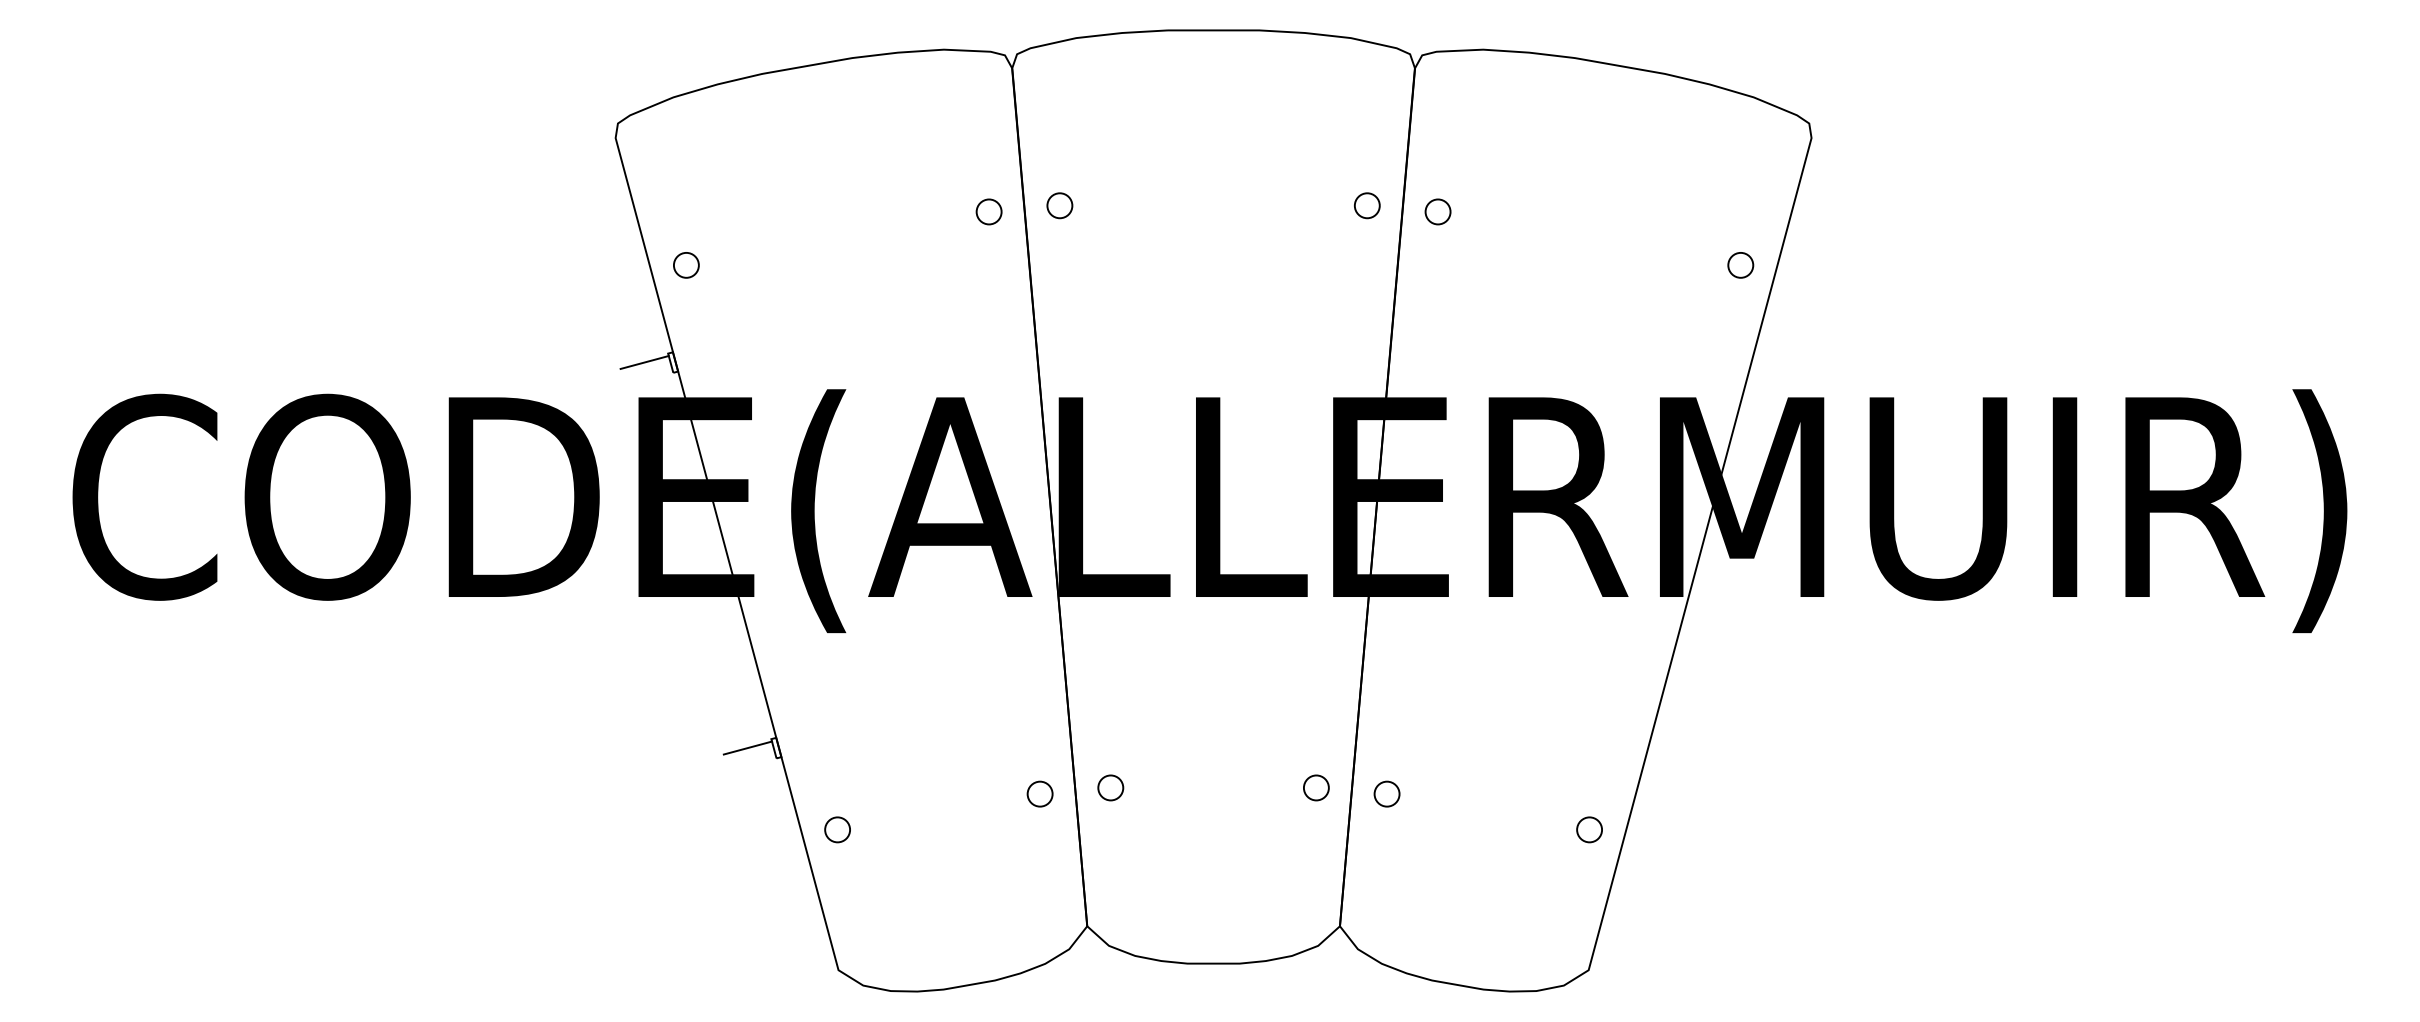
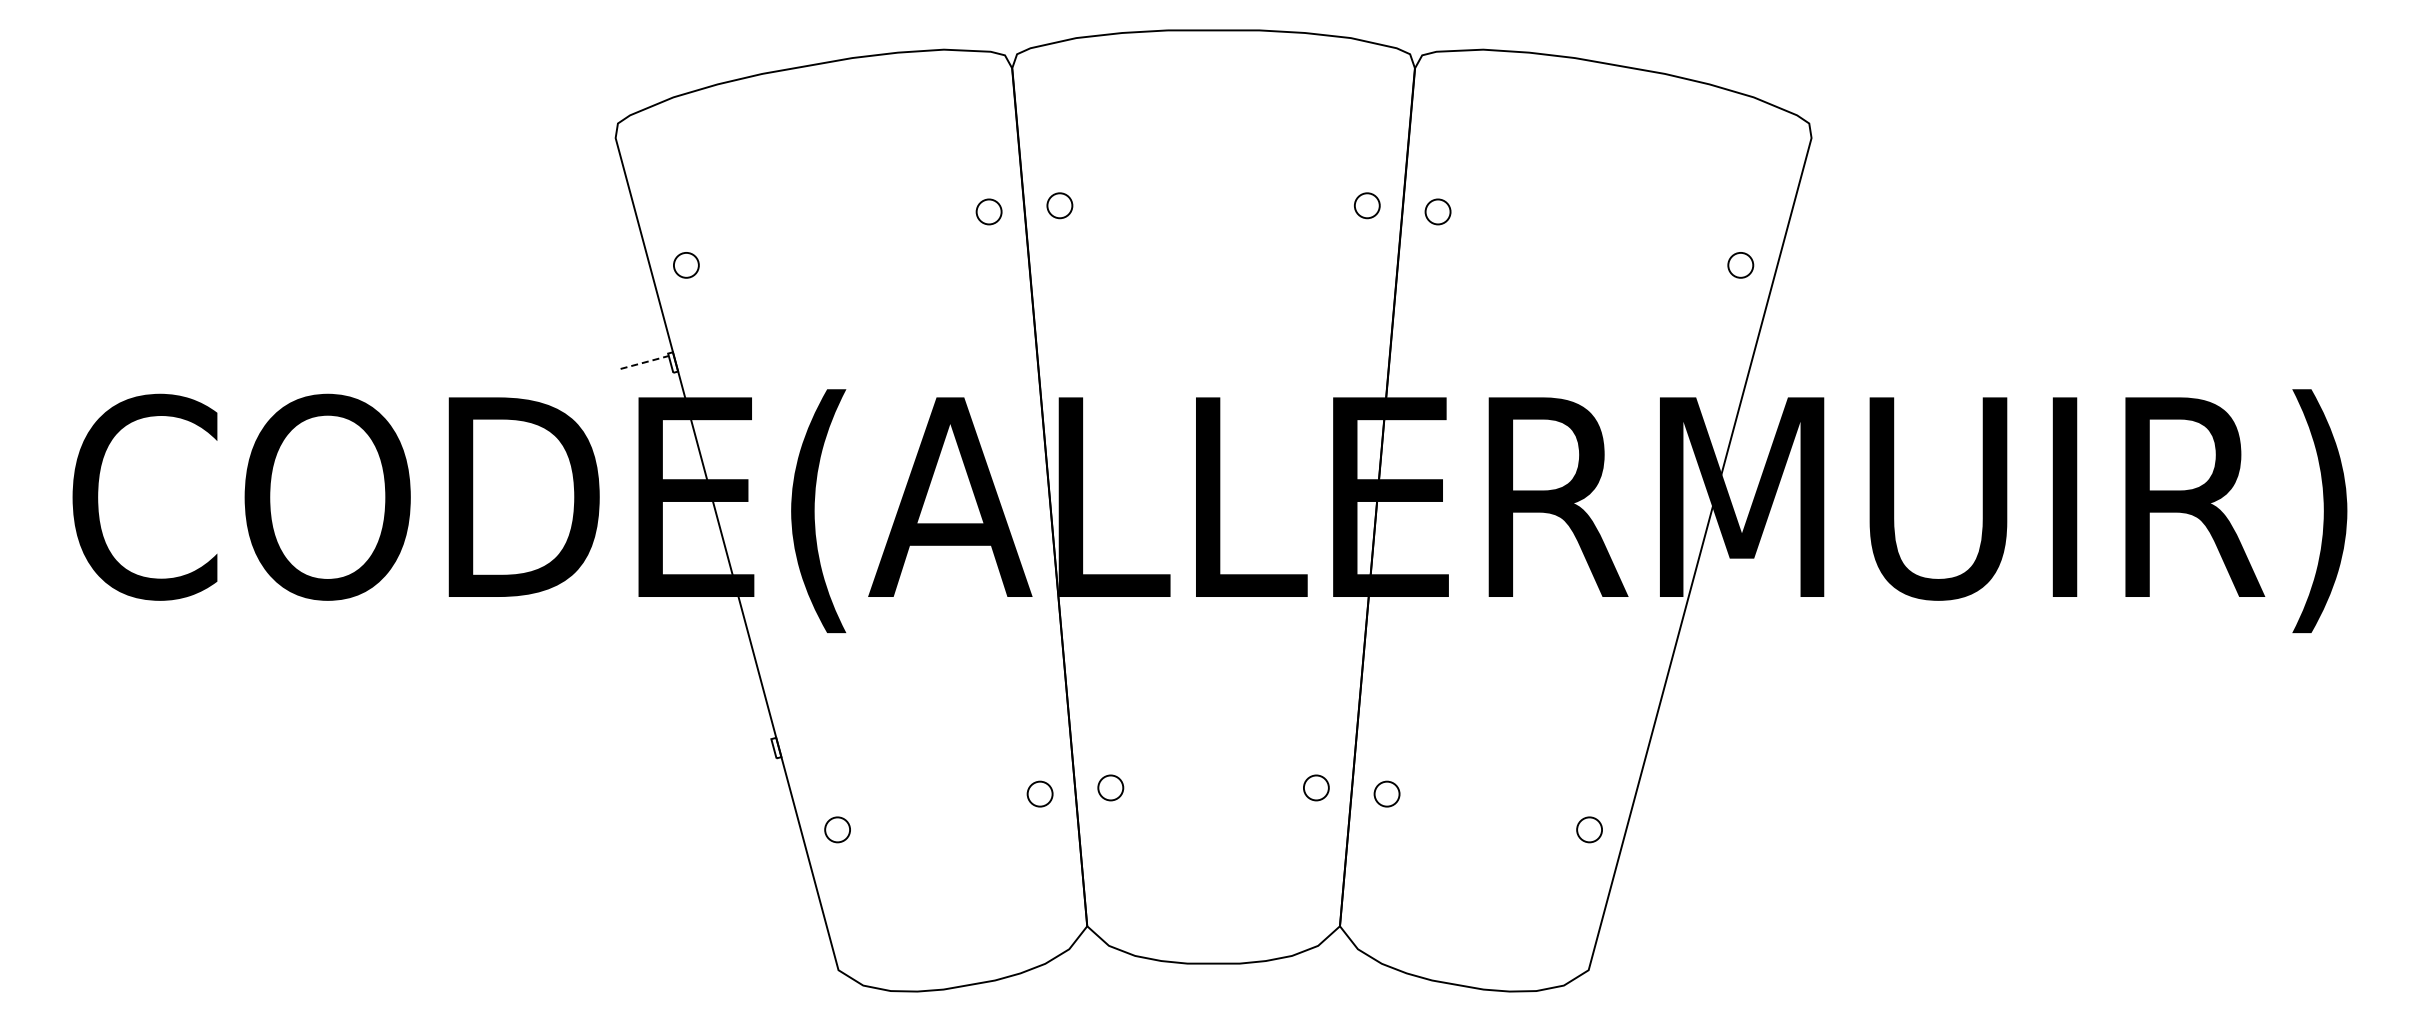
line at (644, 362): solid -> dashed
line at (747, 747): present -> none
